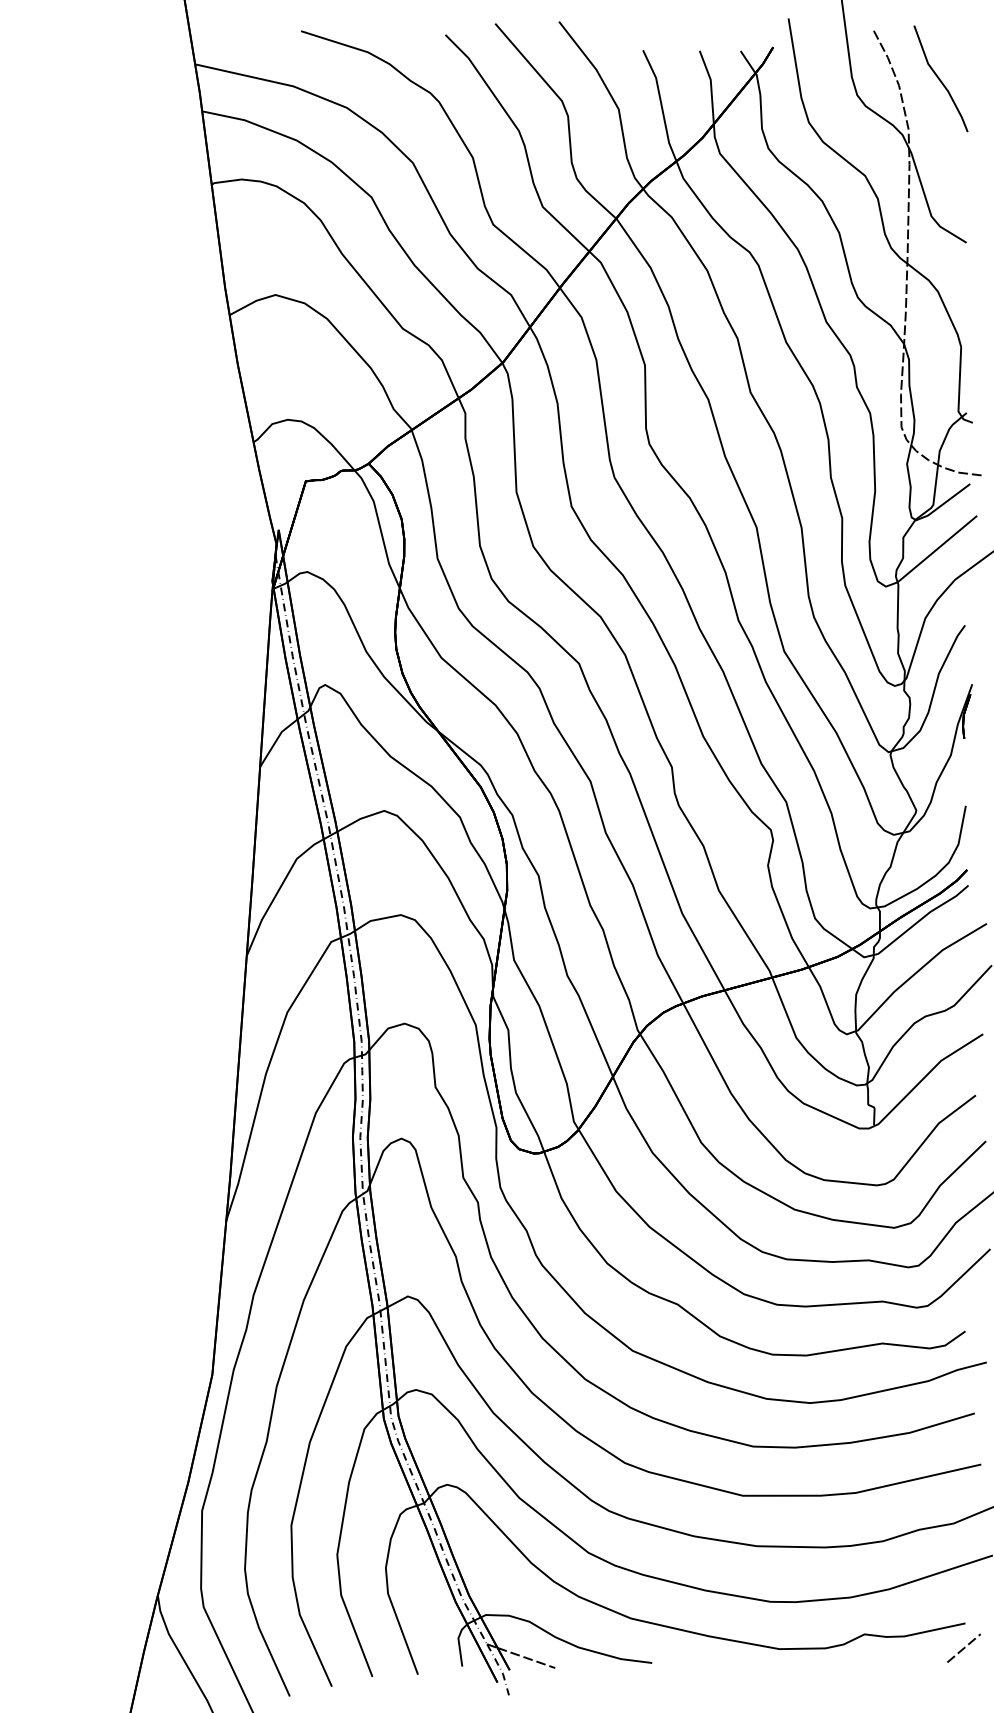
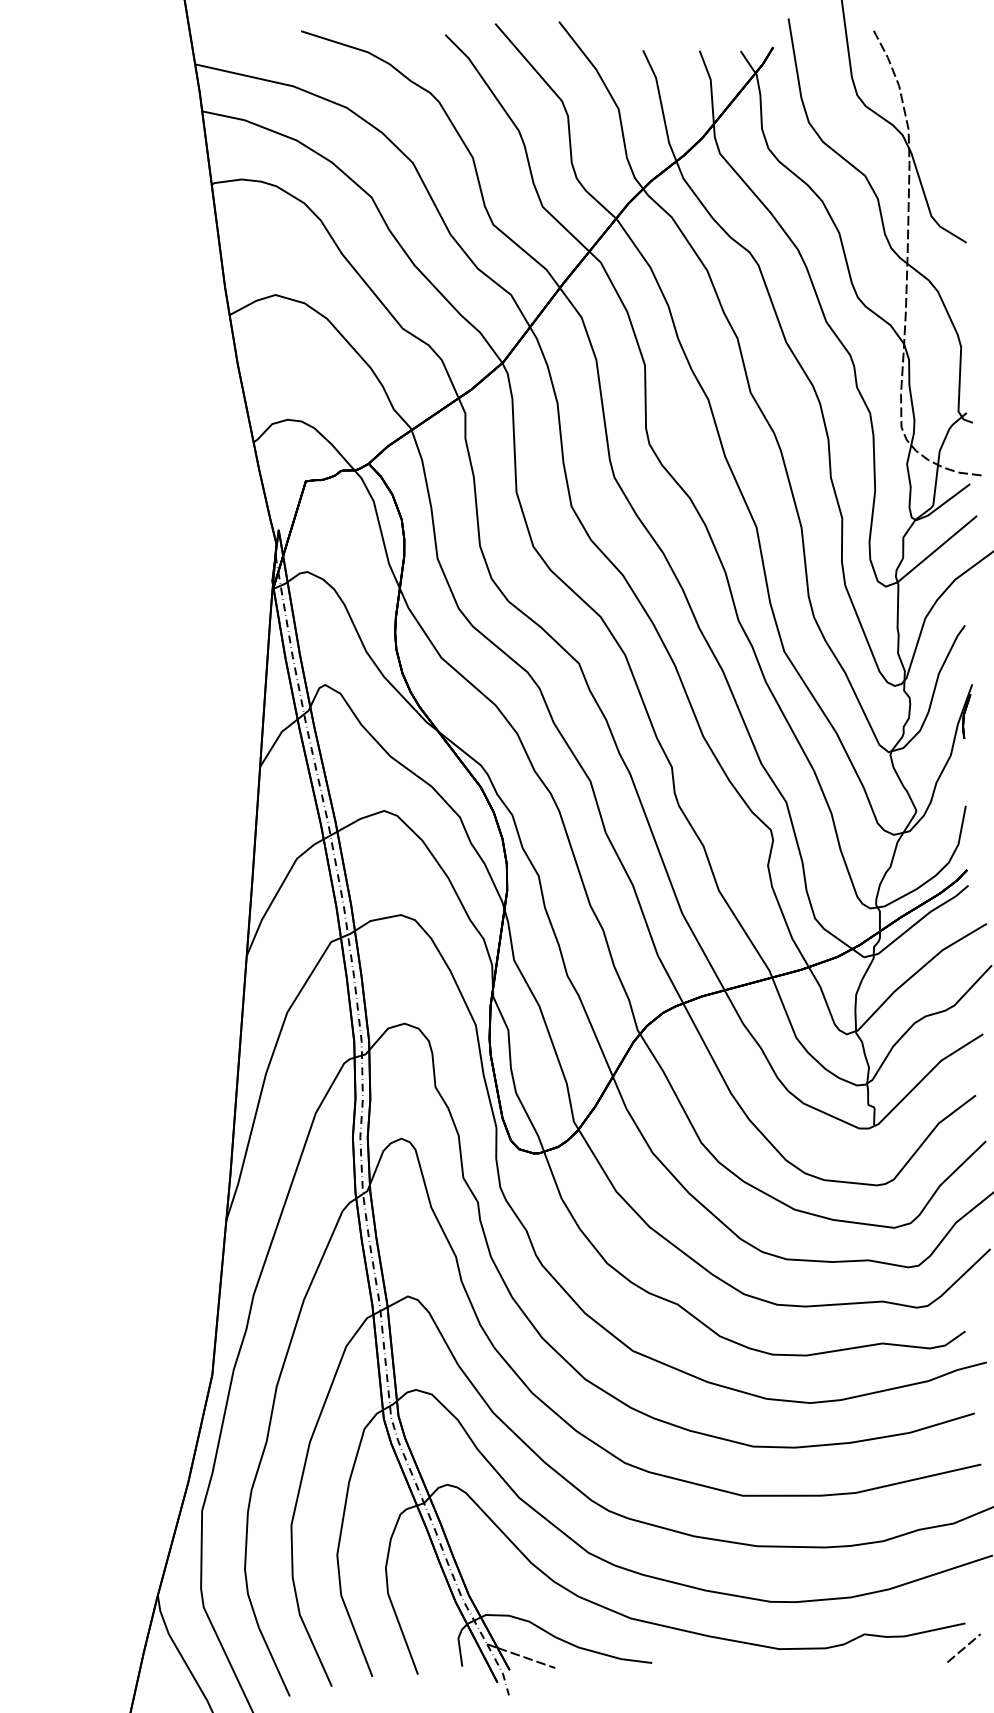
line at (939, 78): present -> none
